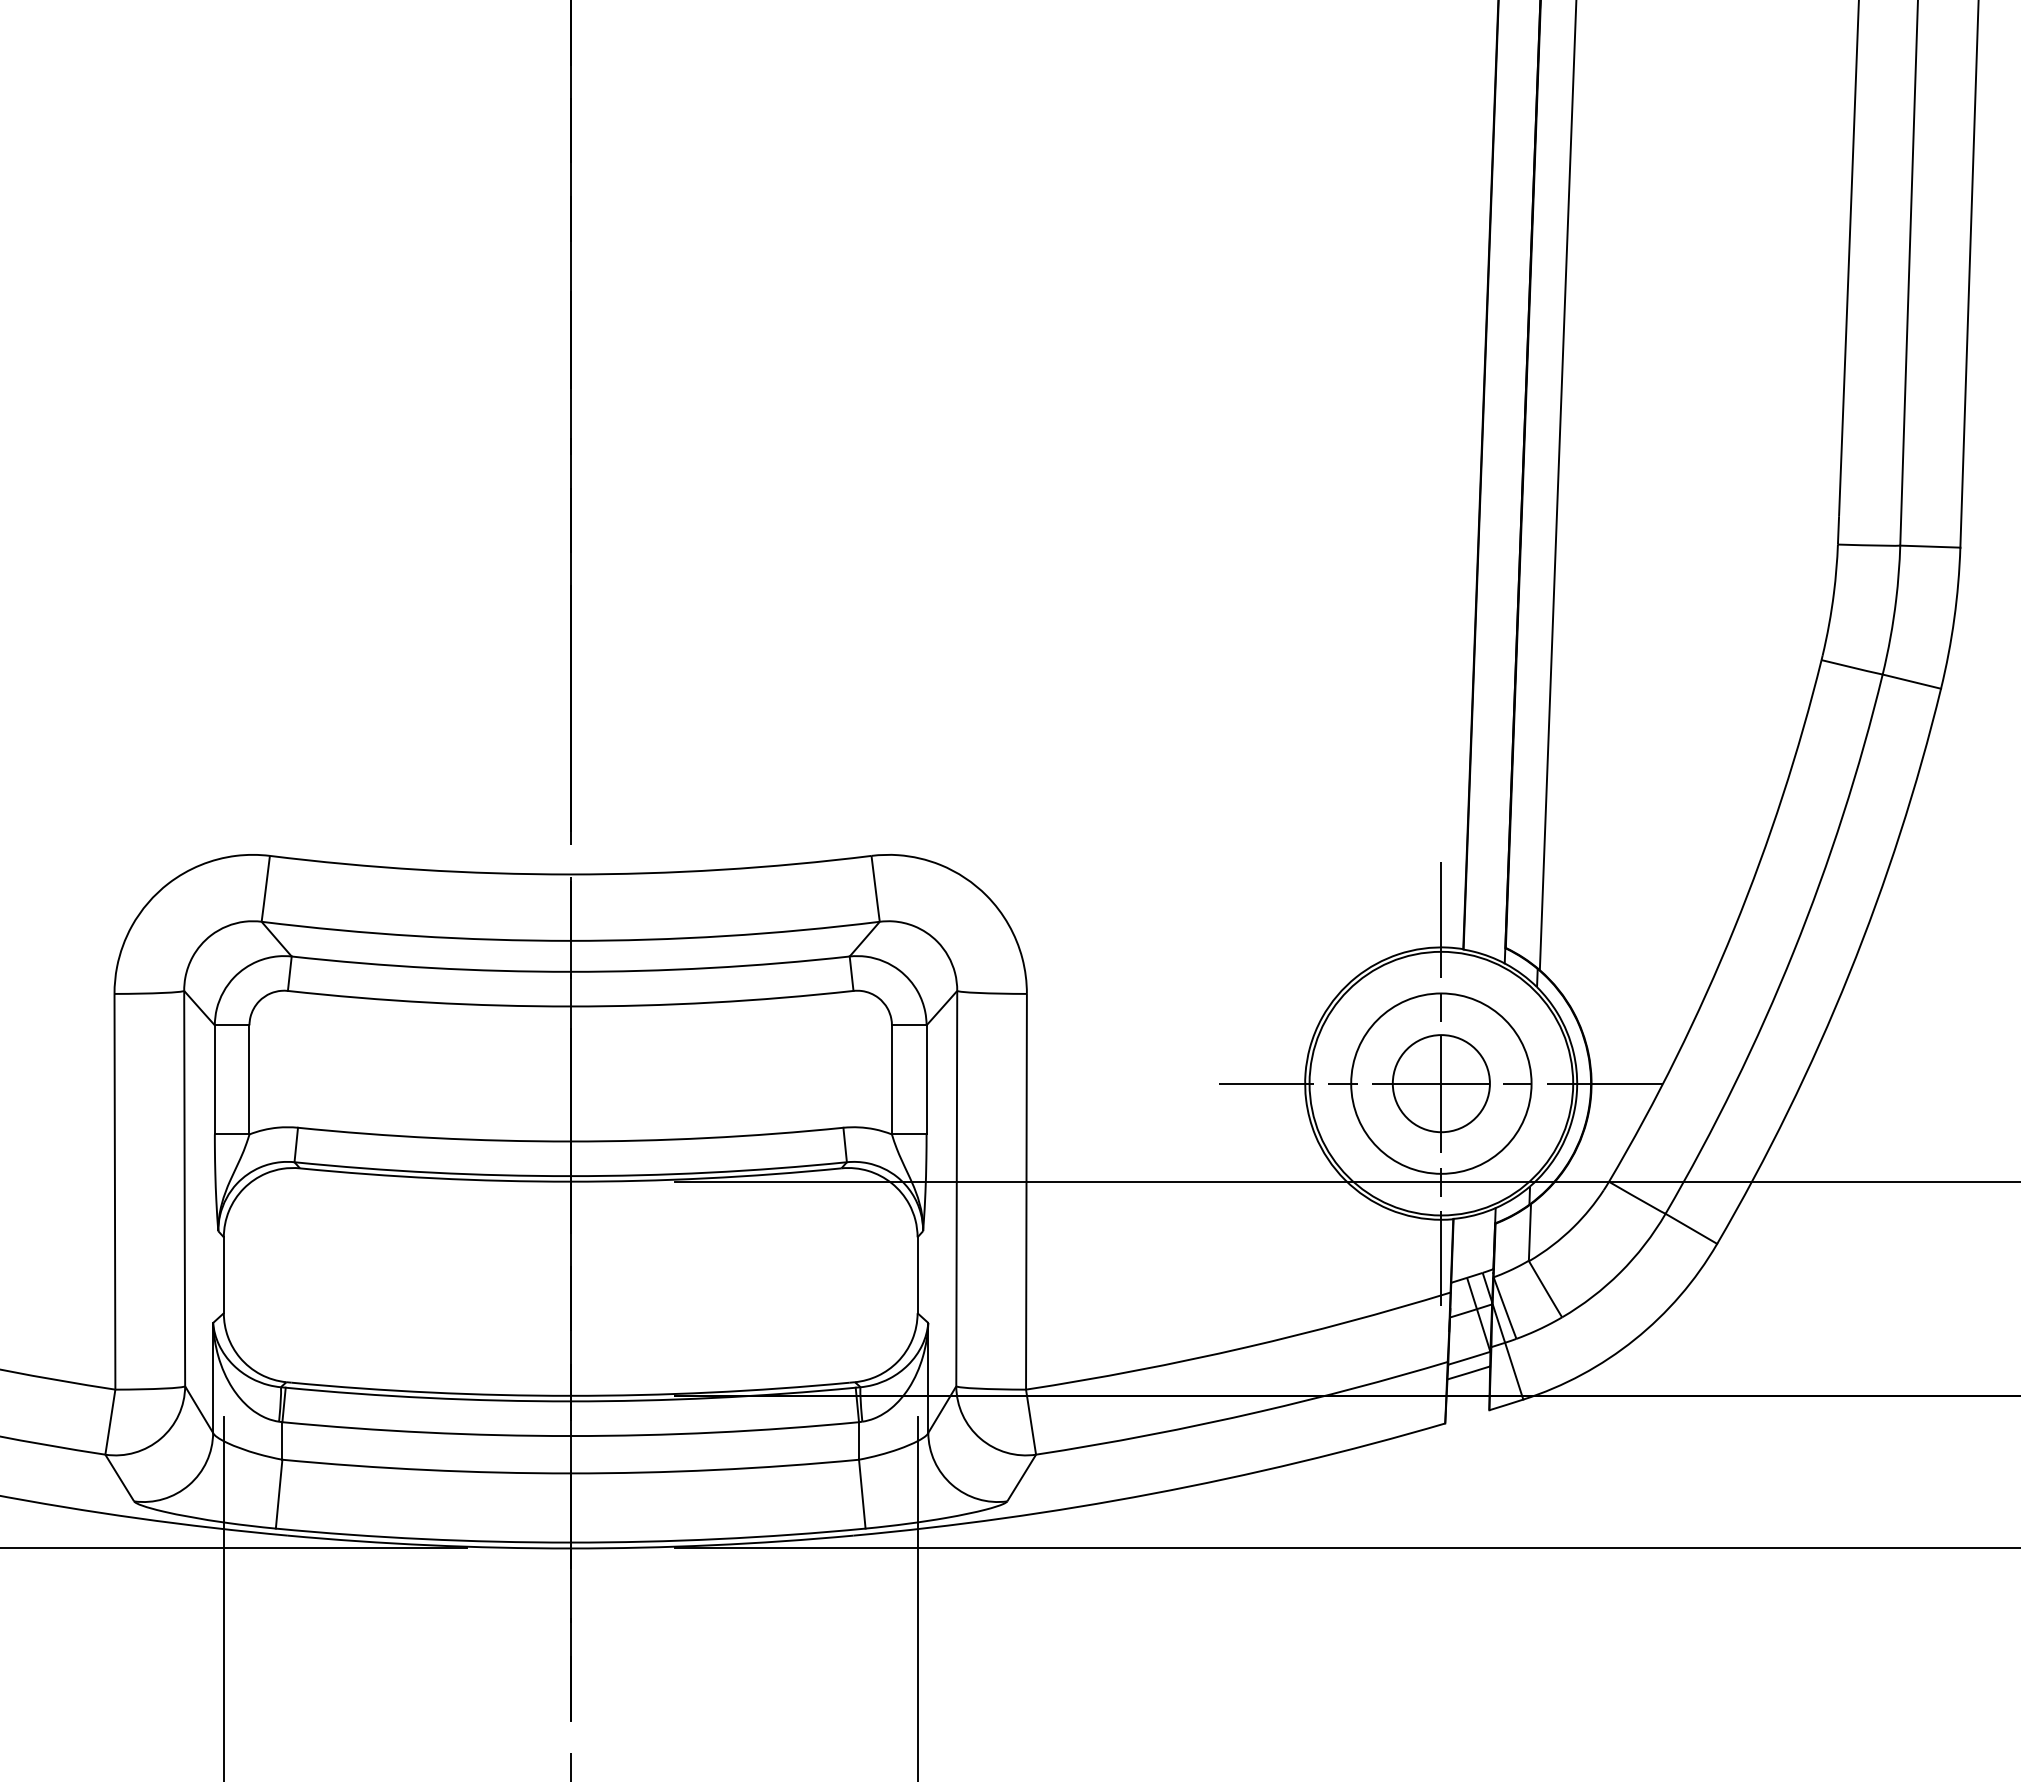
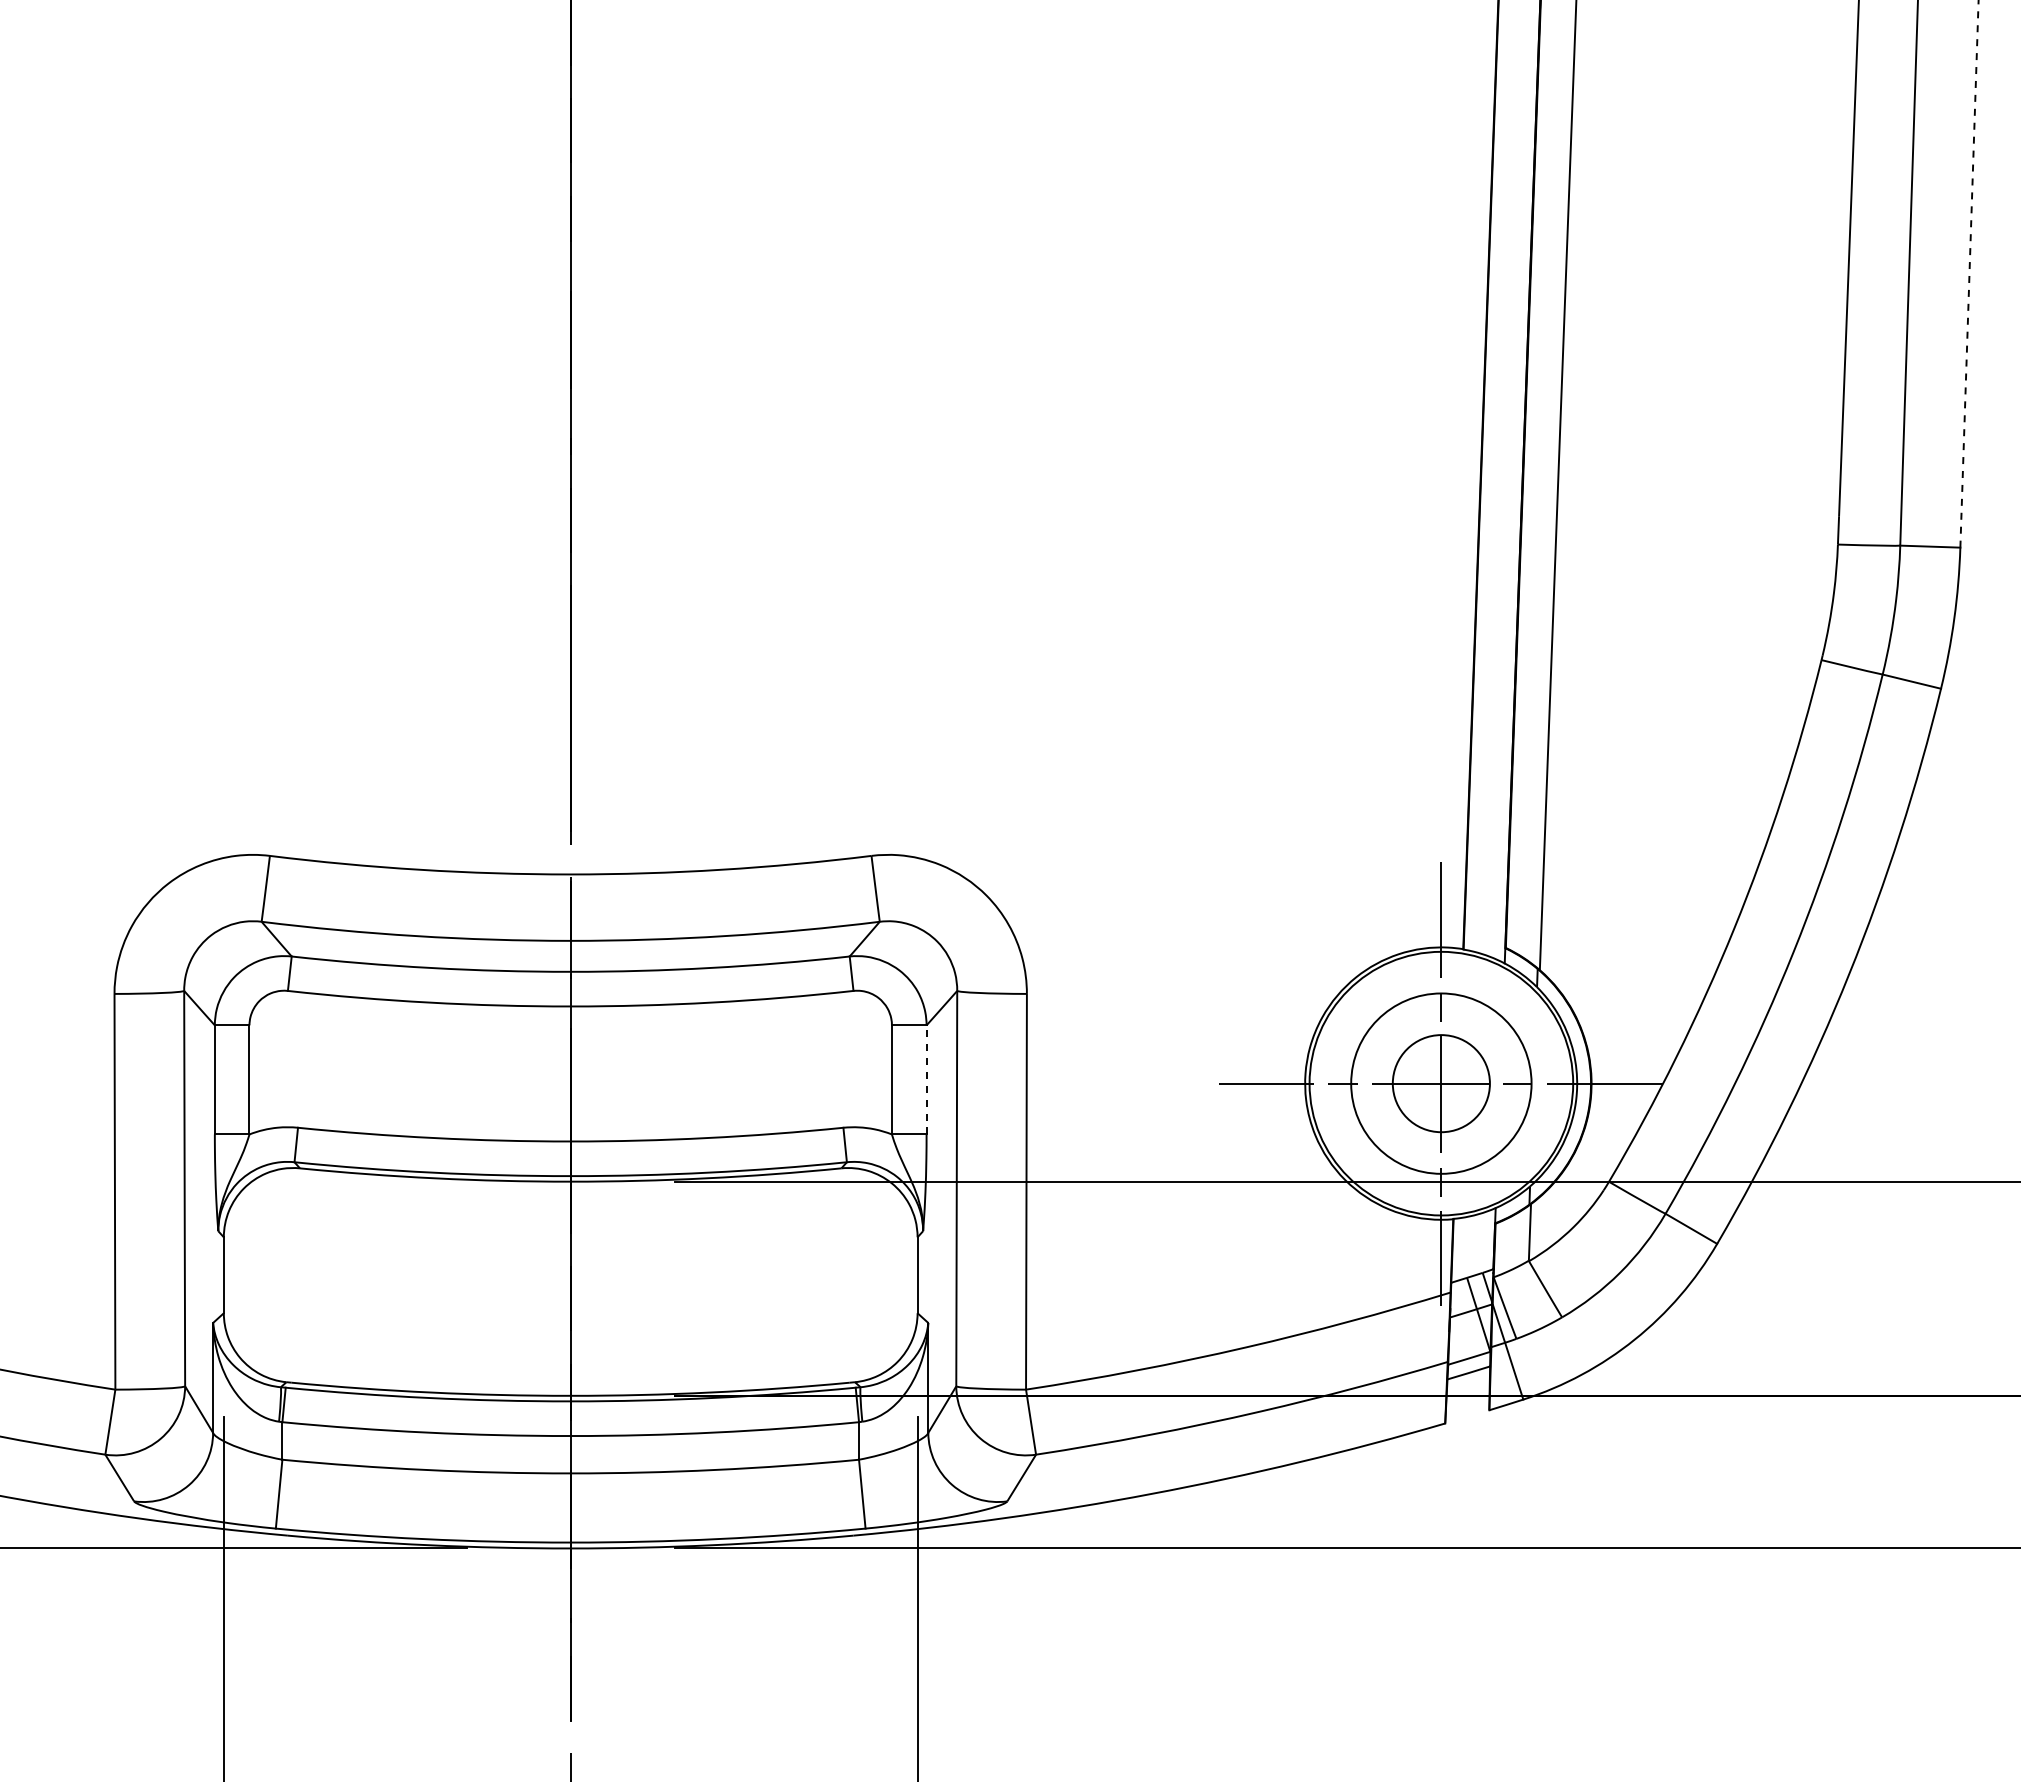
line at (1969, 273): solid -> dashed
line at (926, 1079): solid -> dashed
